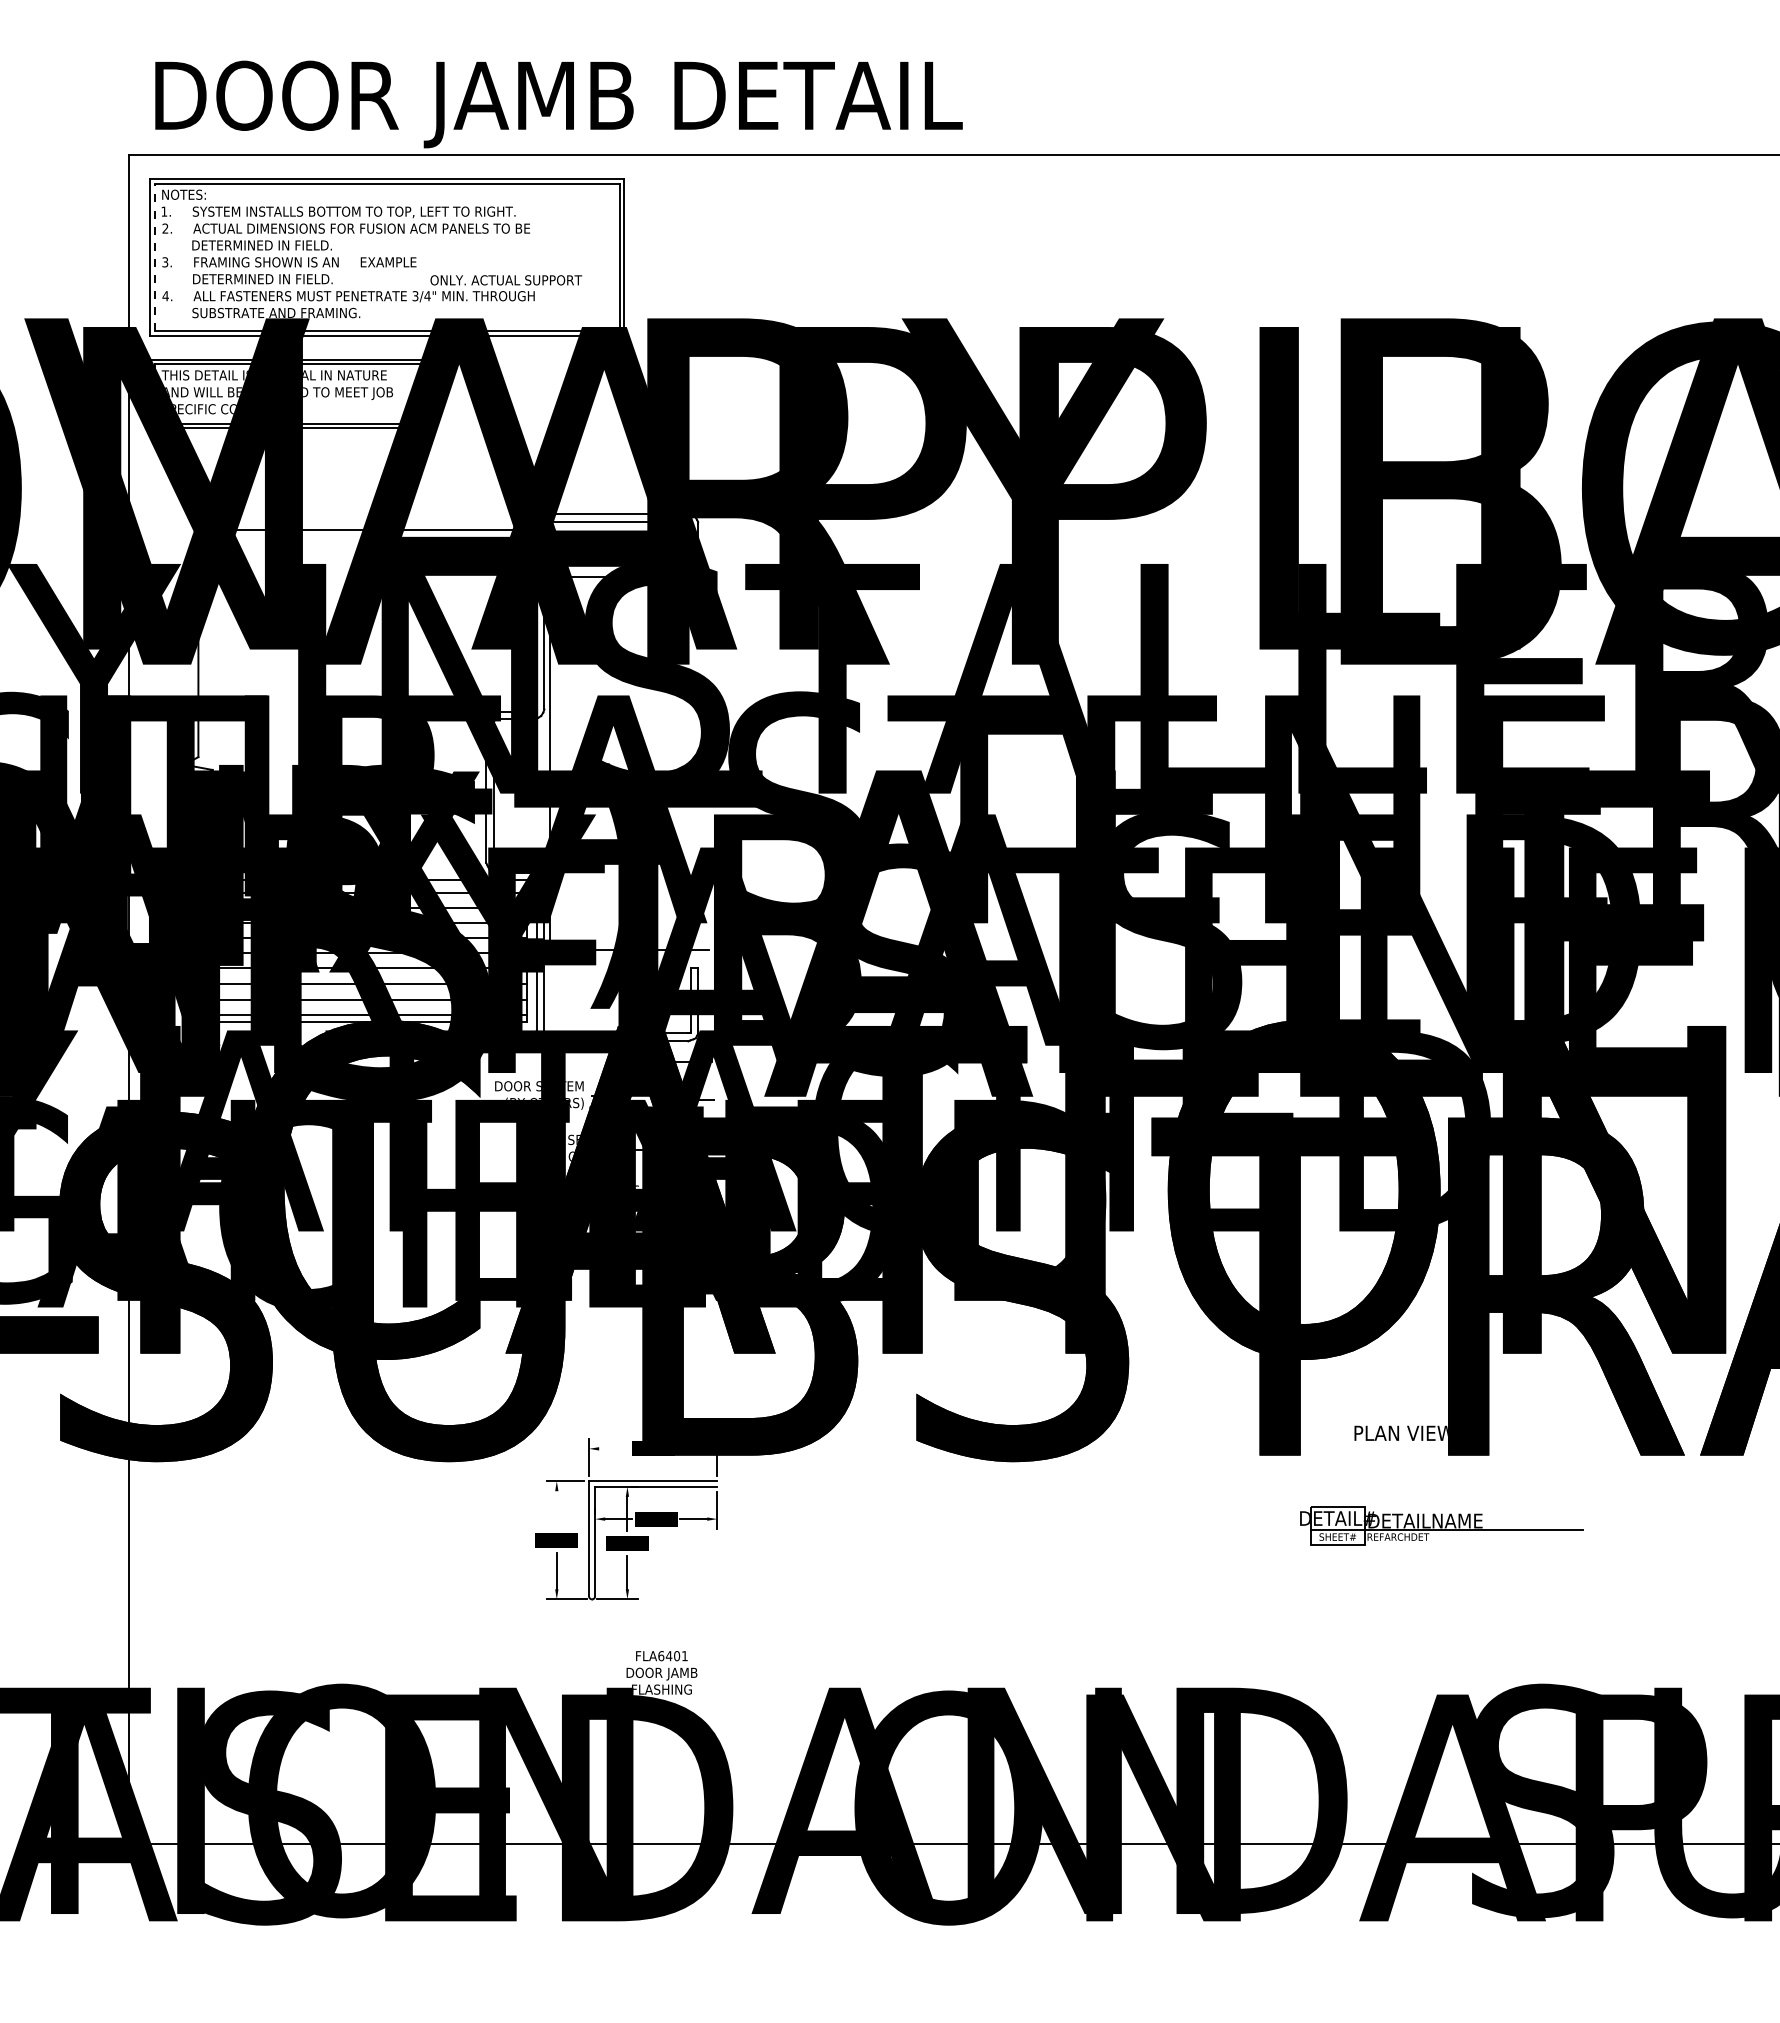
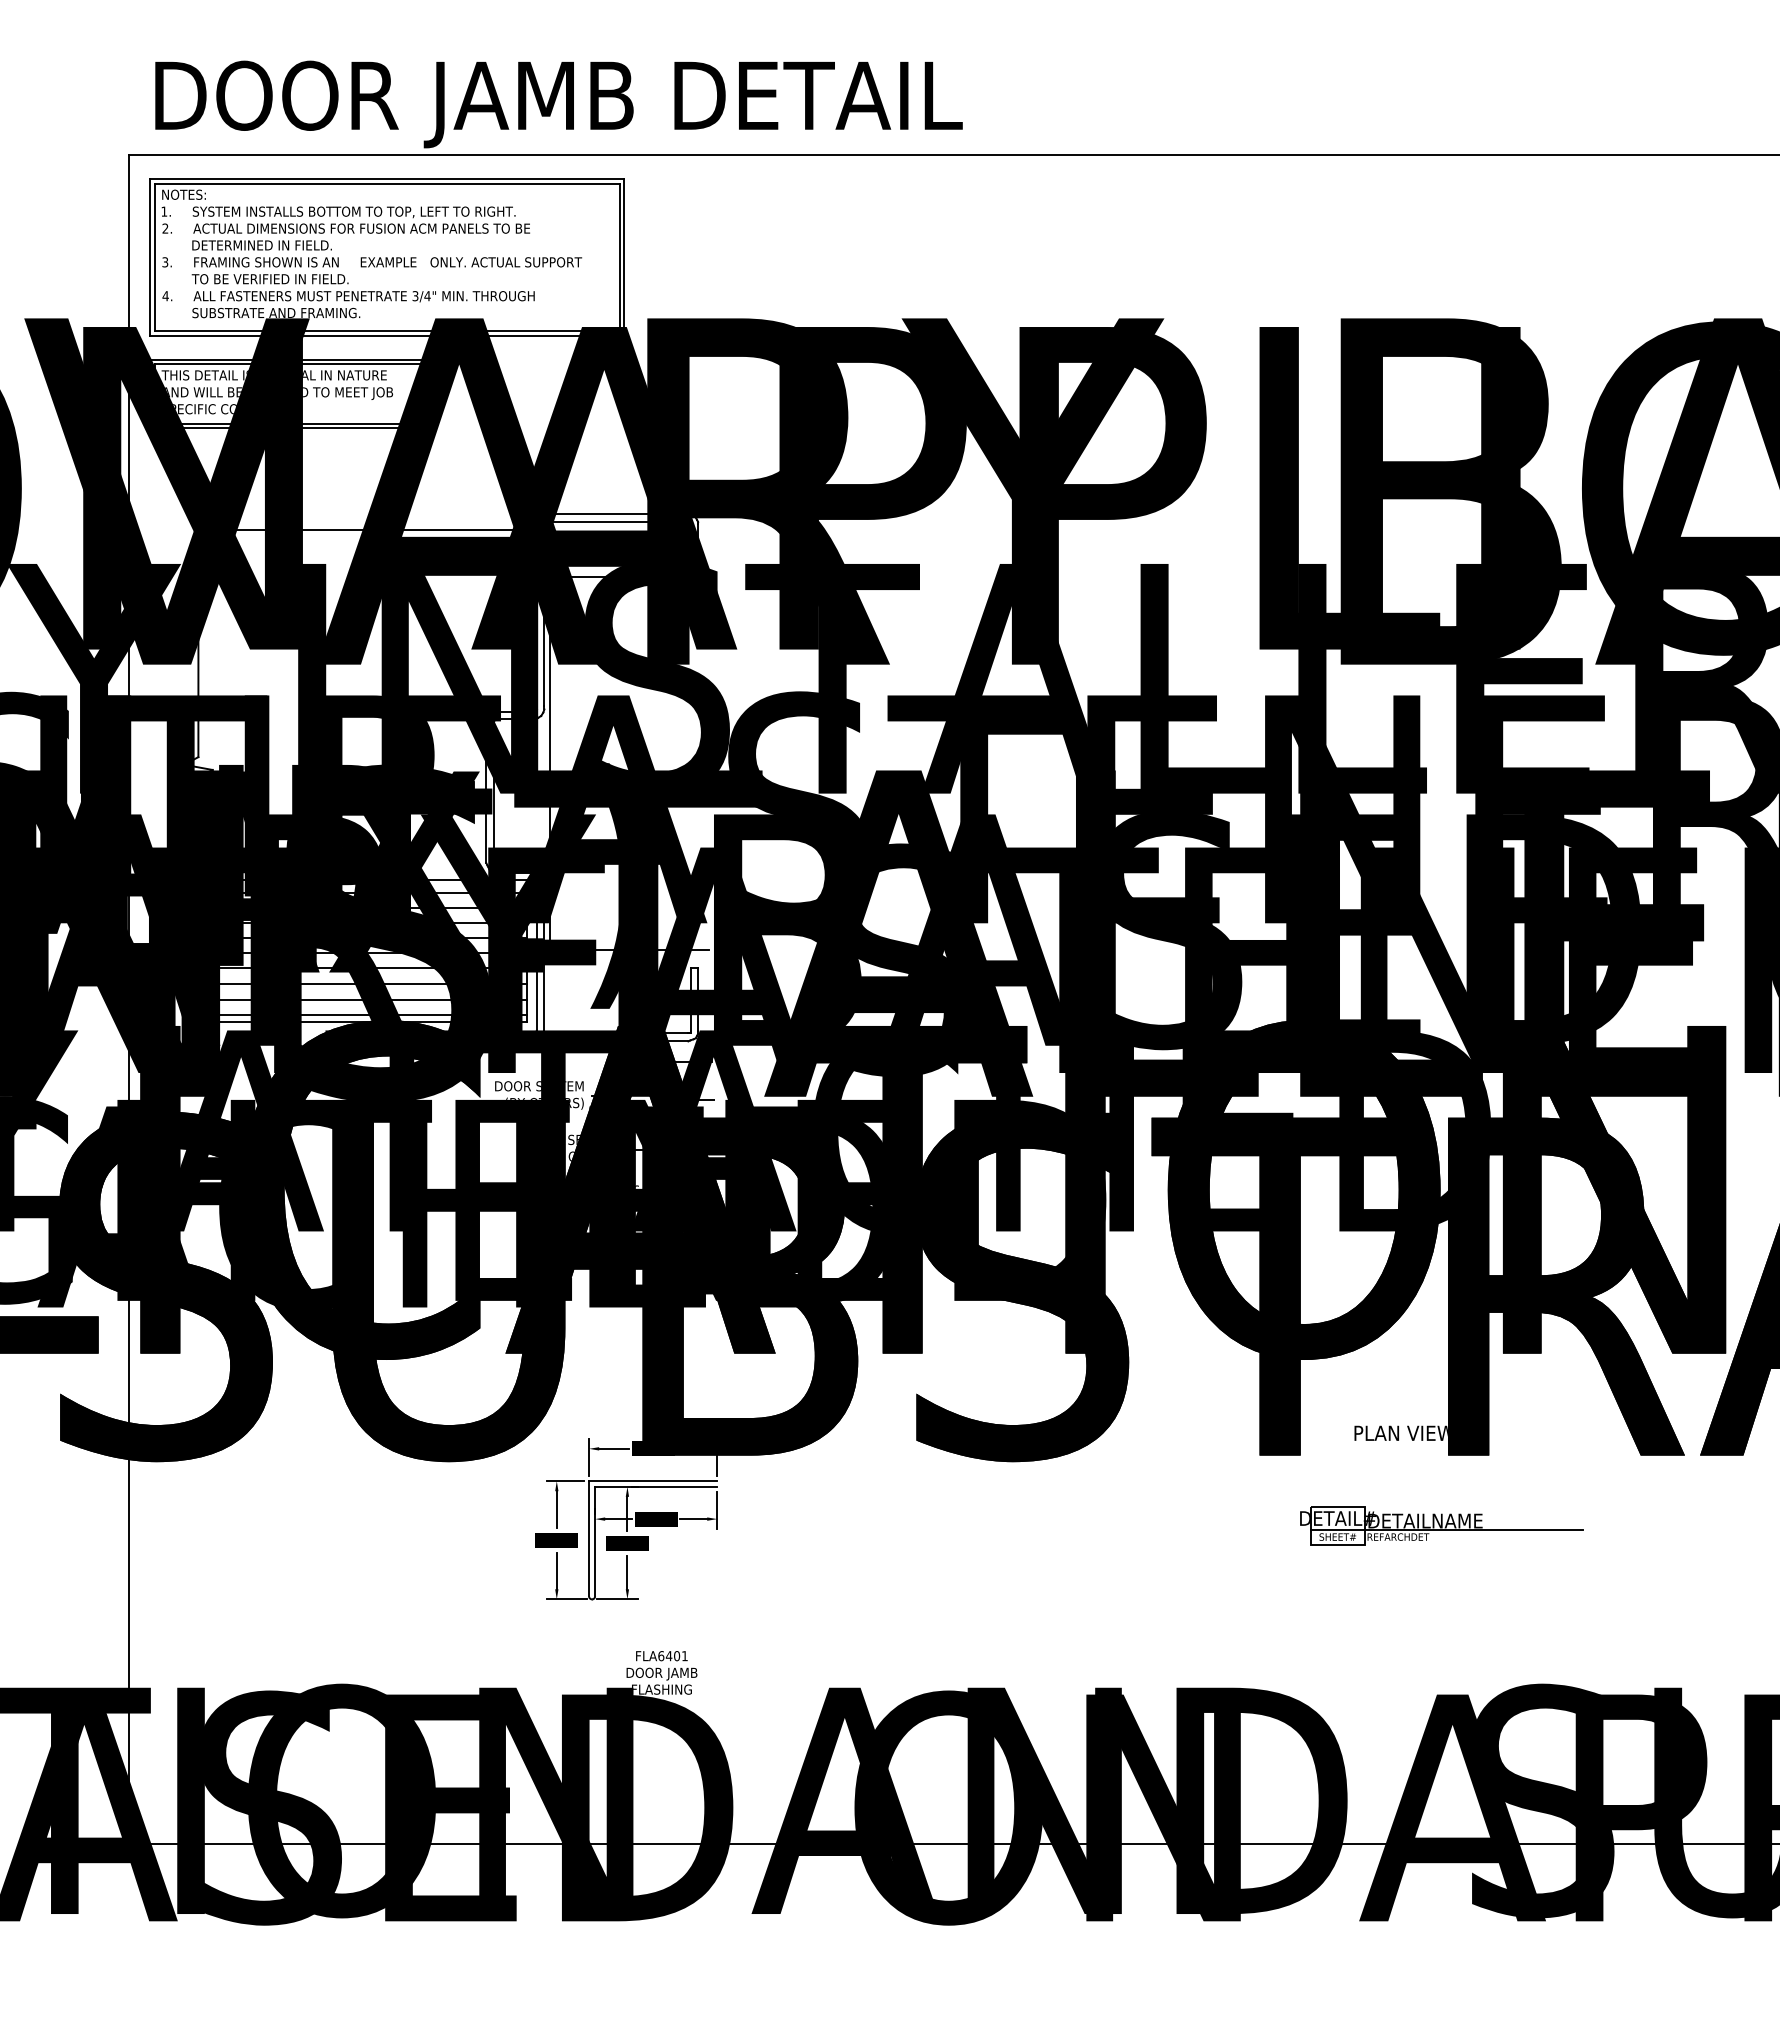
line at (154, 257): dashed -> solid
text at (269, 279): DETERMINED IN FIELD. -> TO BE VERIFIED IN FIELD.
text at (506, 280) position: (506, 280) -> (506, 262)
line at (613, 1448): none -> present
line at (556, 1509): none -> present
